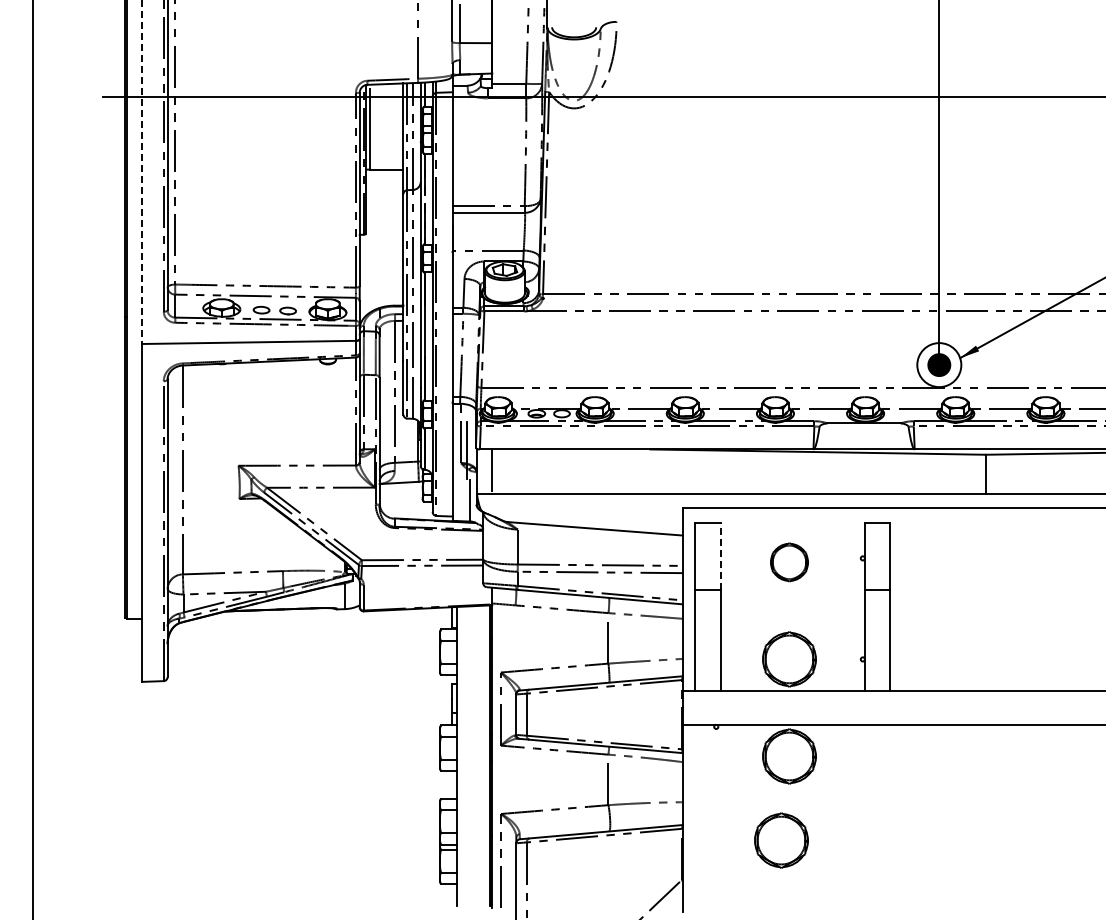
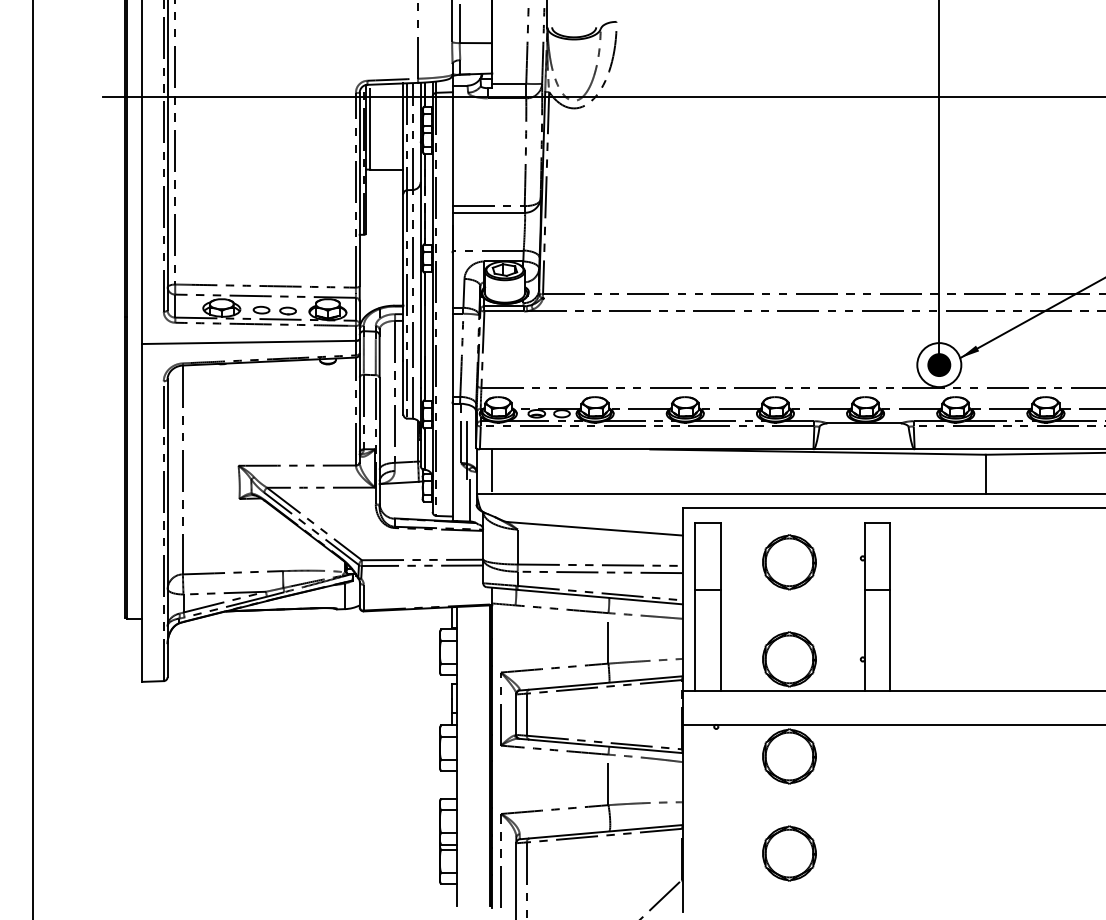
line at (142, 172): dashed -> solid
line at (720, 556): dashed -> solid
part at (789, 562) size: 39x41 px -> 55x57 px
part at (781, 840) position: (781, 840) -> (789, 853)
